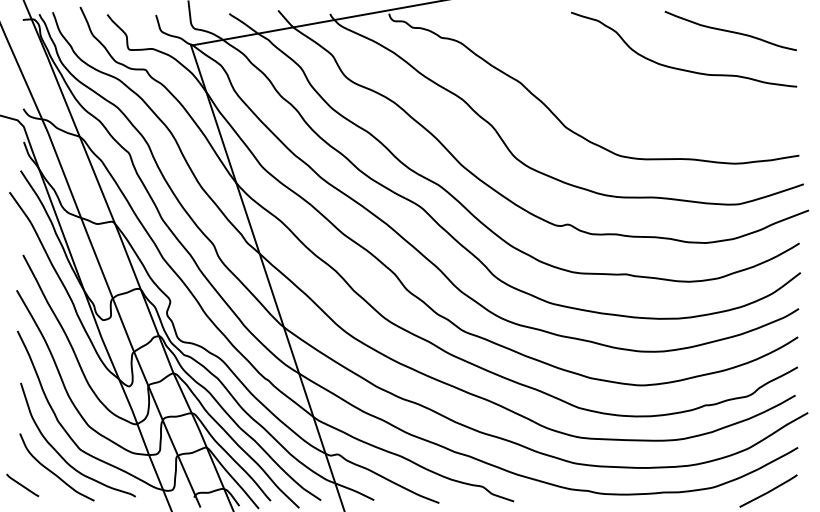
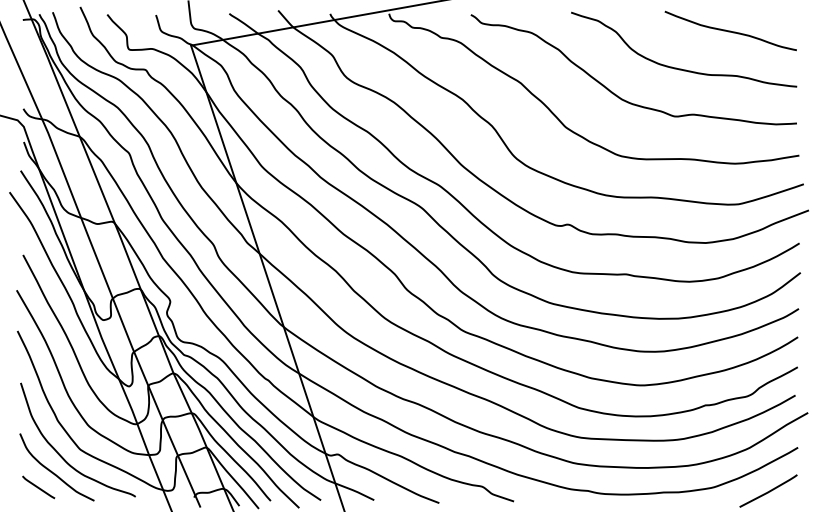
curve at (615, 93): none -> present
line at (22, 485) position: (22, 485) -> (38, 487)
